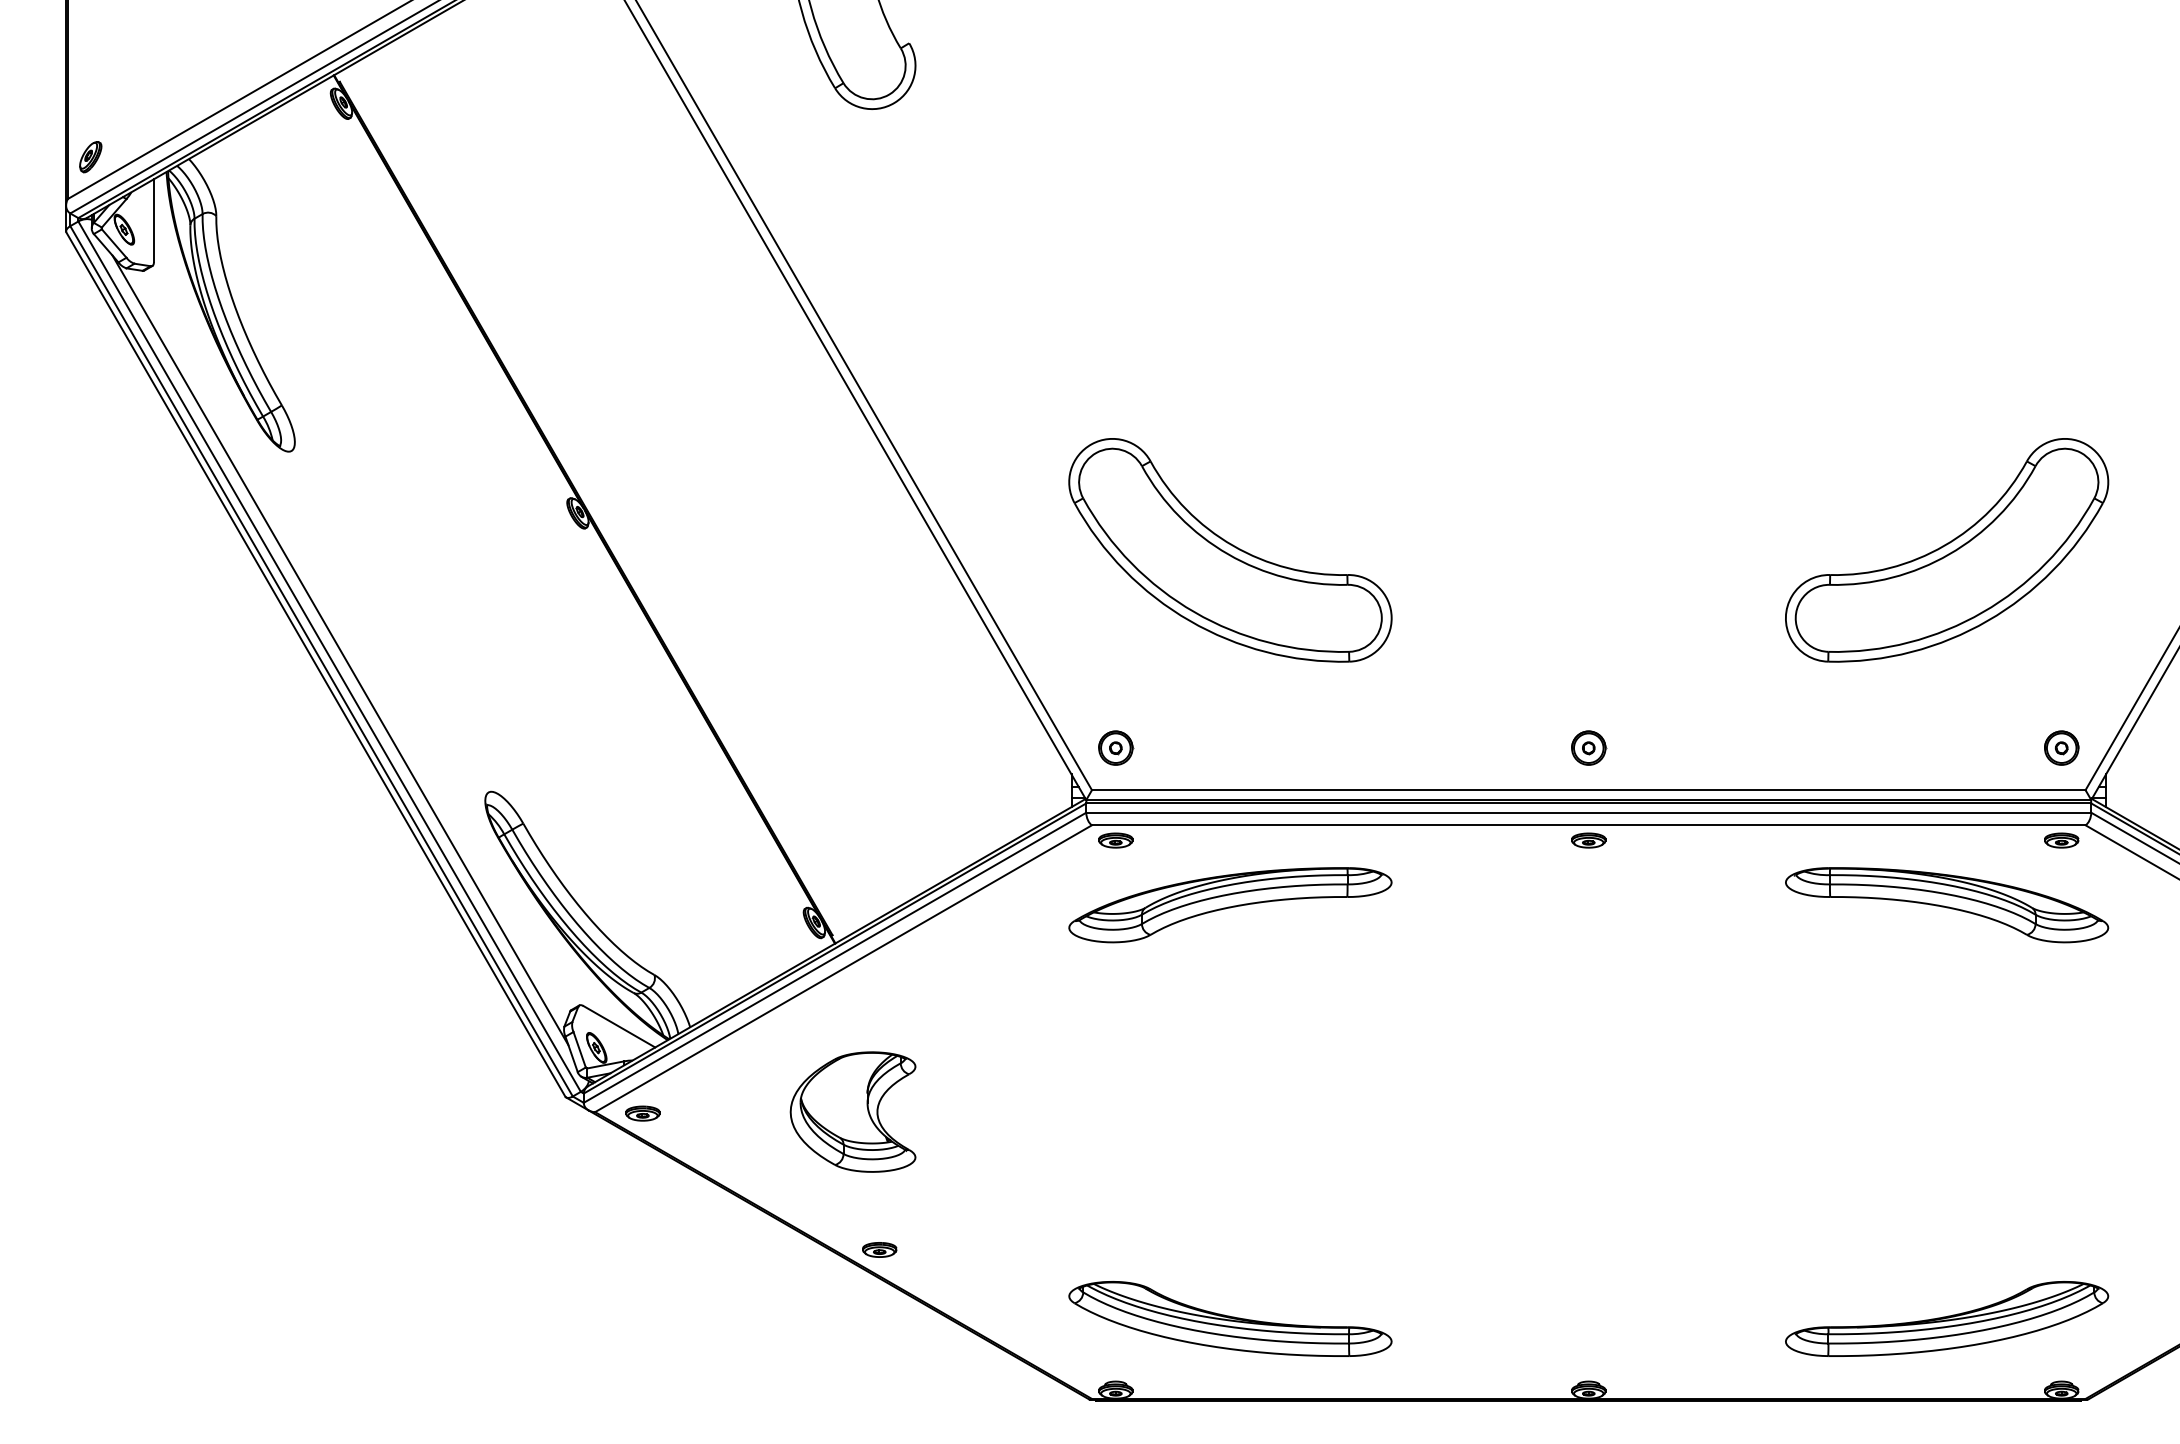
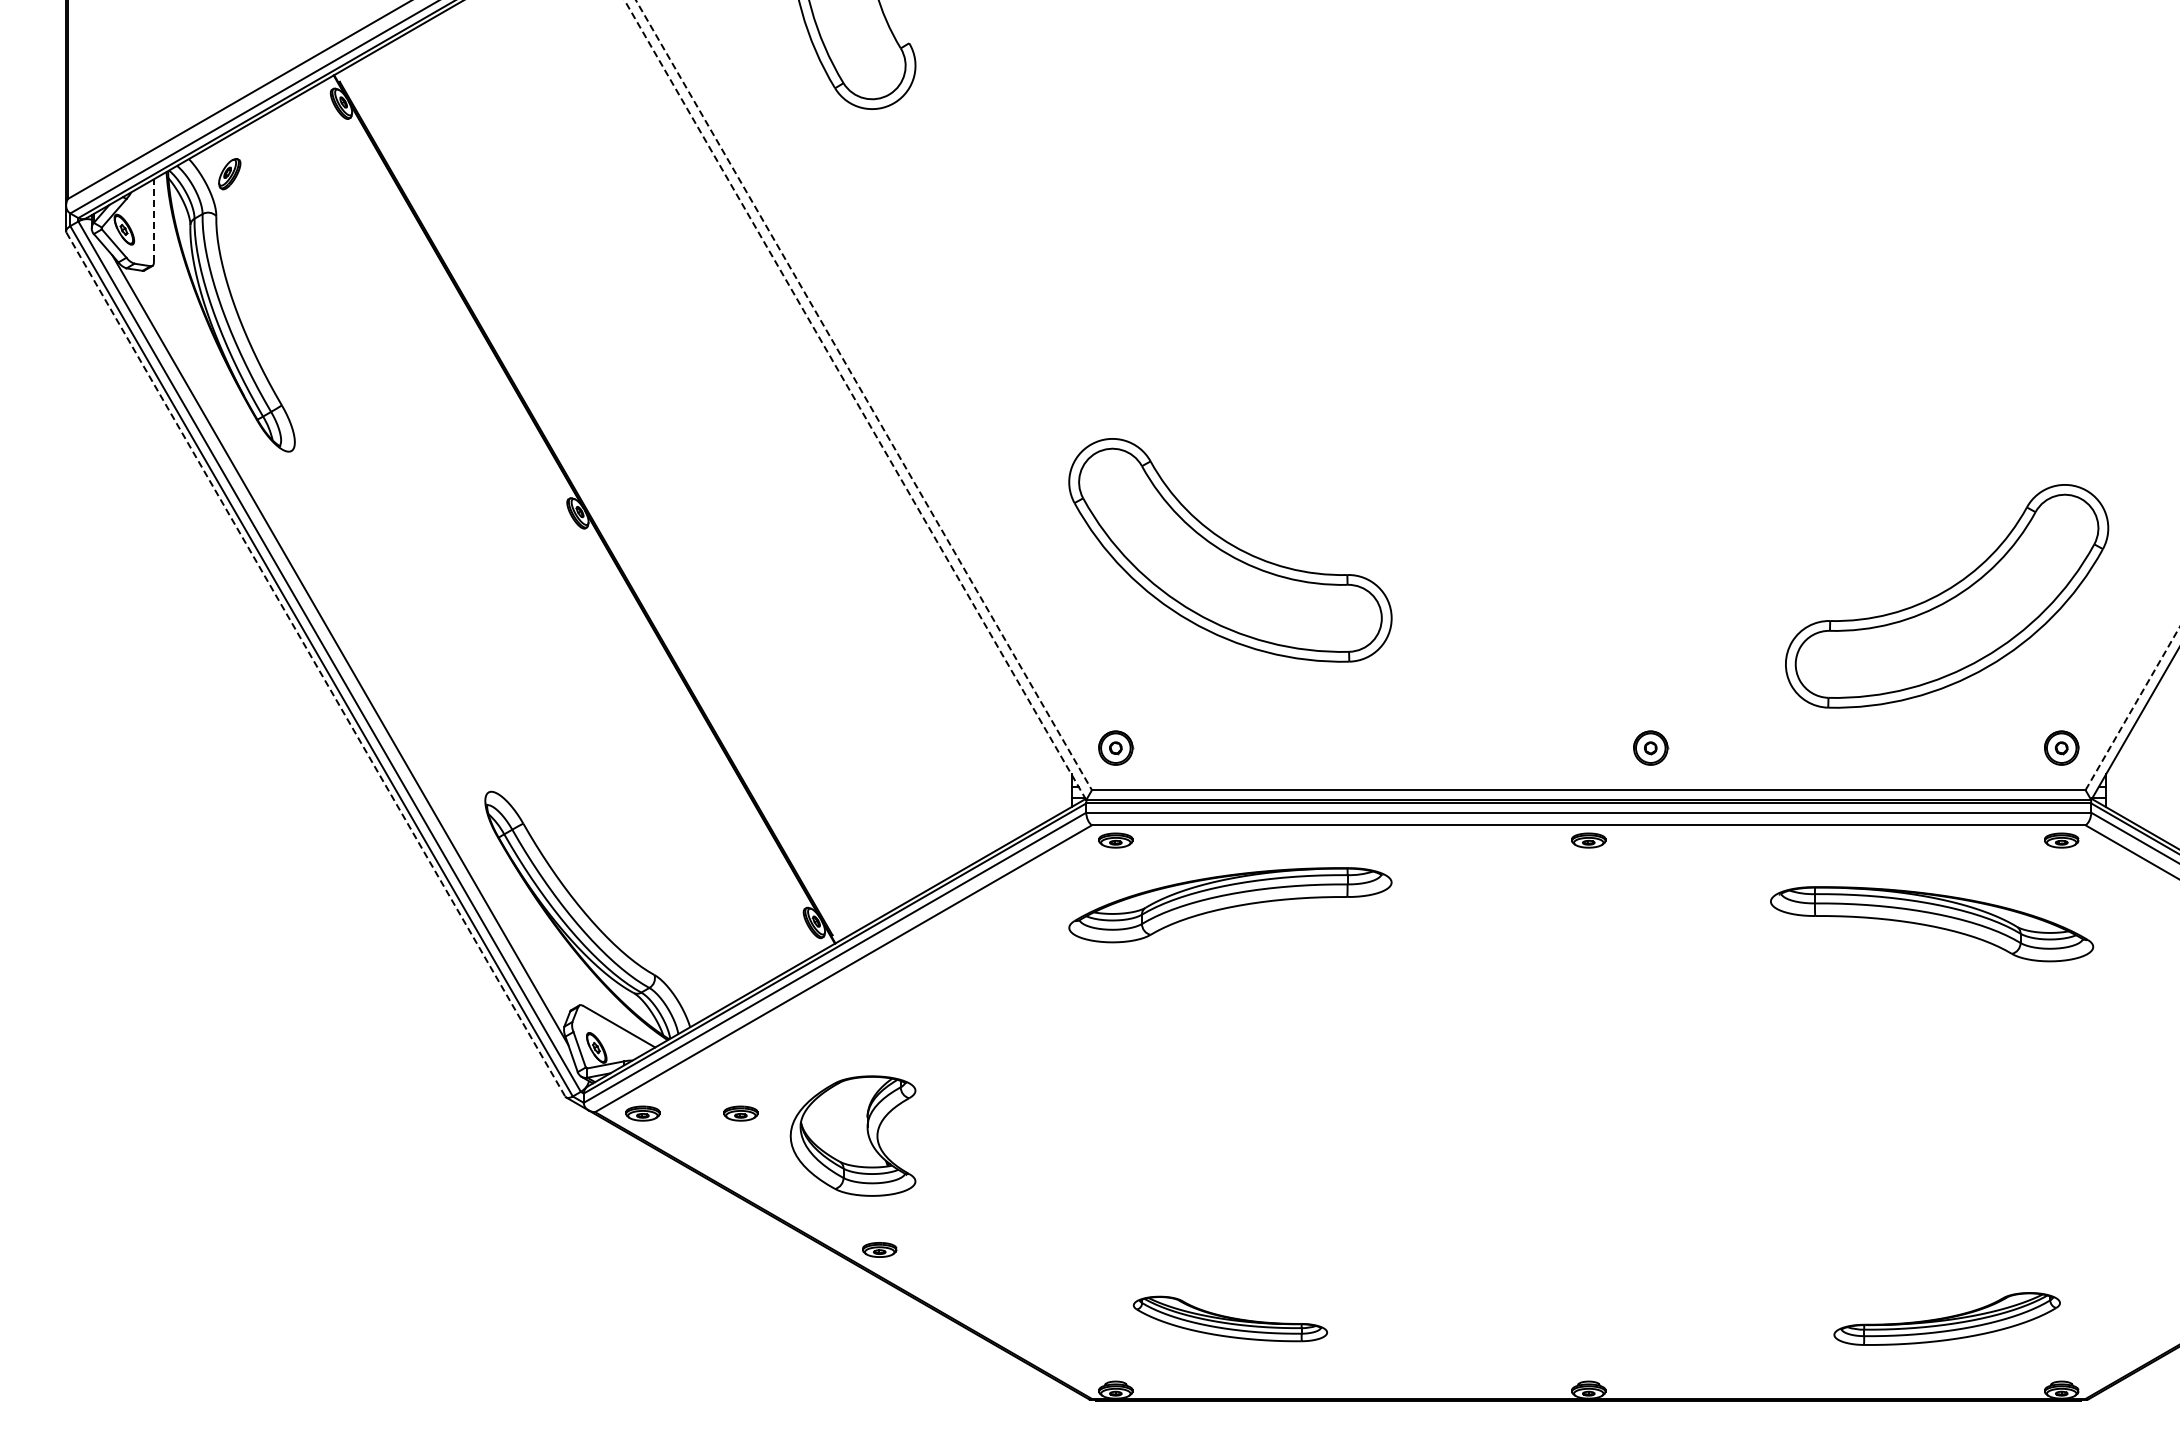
part at (90, 157) position: (90, 157) -> (229, 174)
line at (153, 220): solid -> dashed
line at (864, 395): solid -> dashed
line at (855, 399): solid -> dashed
part at (1947, 550) position: (1947, 550) -> (1947, 596)
line at (315, 664): solid -> dashed
line at (2132, 708): solid -> dashed
part at (1589, 747) position: (1589, 747) -> (1651, 747)
part at (1947, 905) position: (1947, 905) -> (1932, 924)
part at (852, 1111) position: (852, 1111) -> (852, 1135)
part at (740, 1113): none -> present
part at (1230, 1318) size: 325x76 px -> 197x48 px
part at (1947, 1318) size: 325x76 px -> 228x54 px
